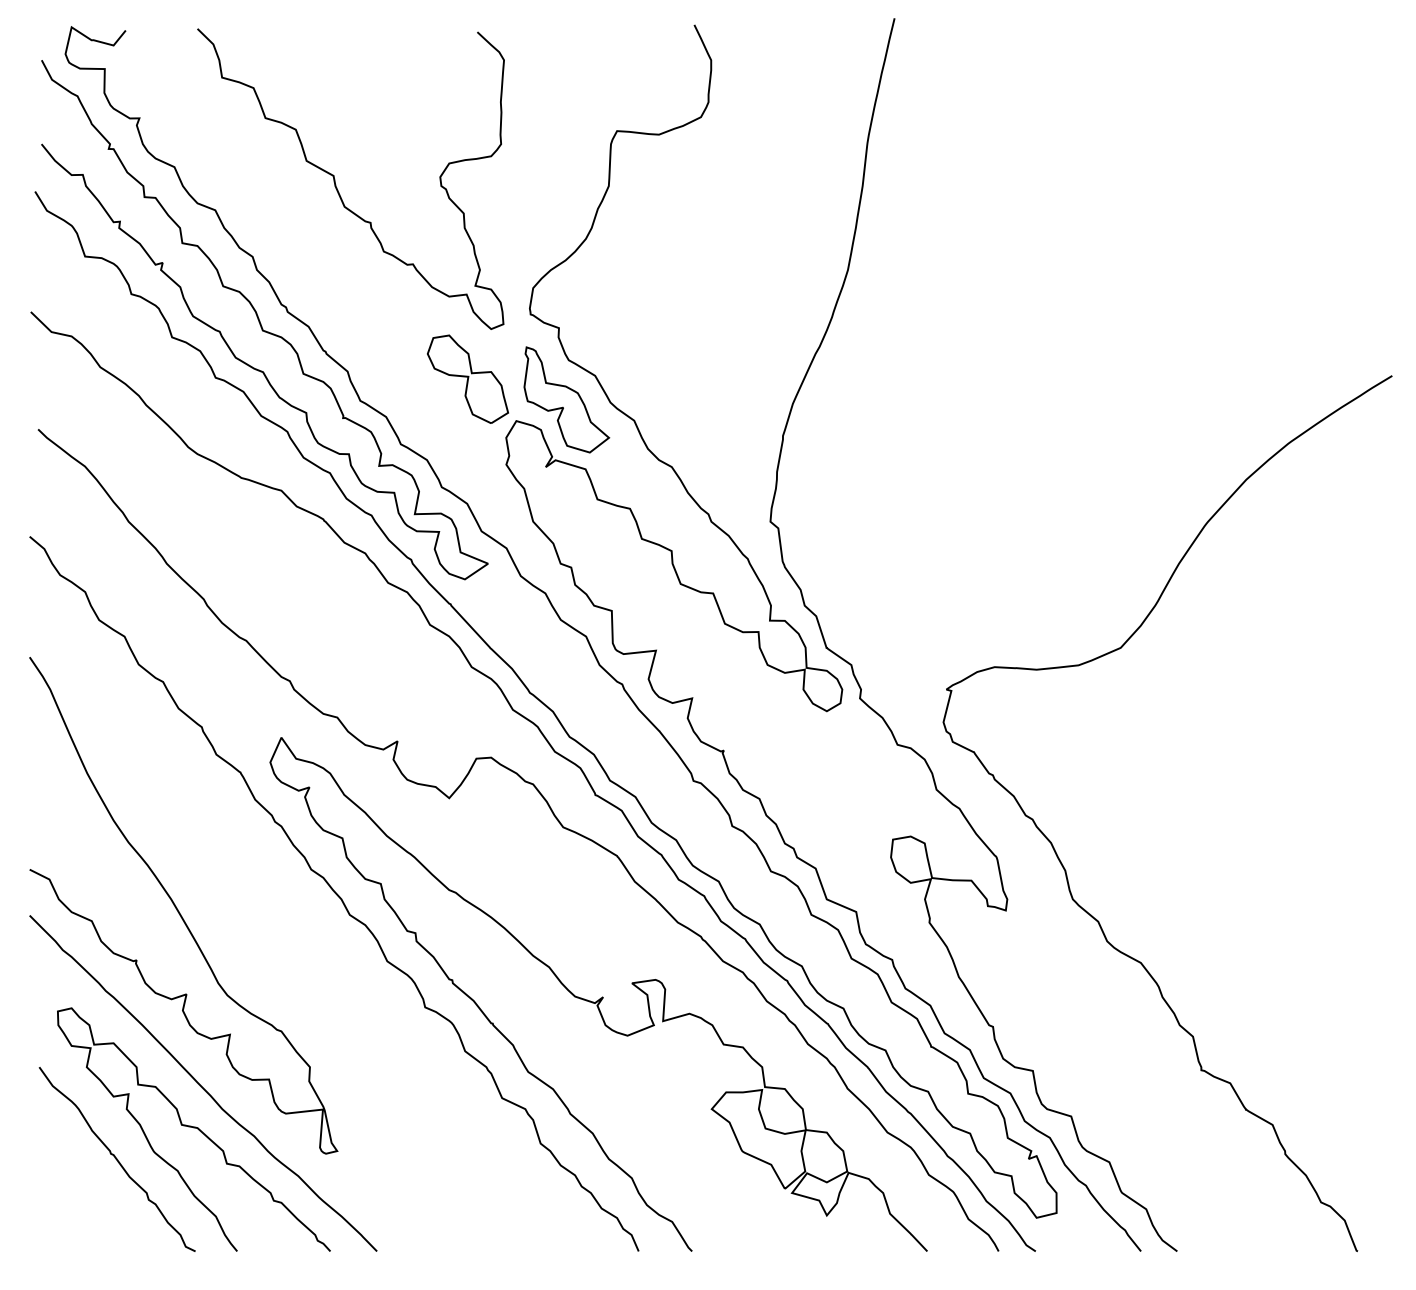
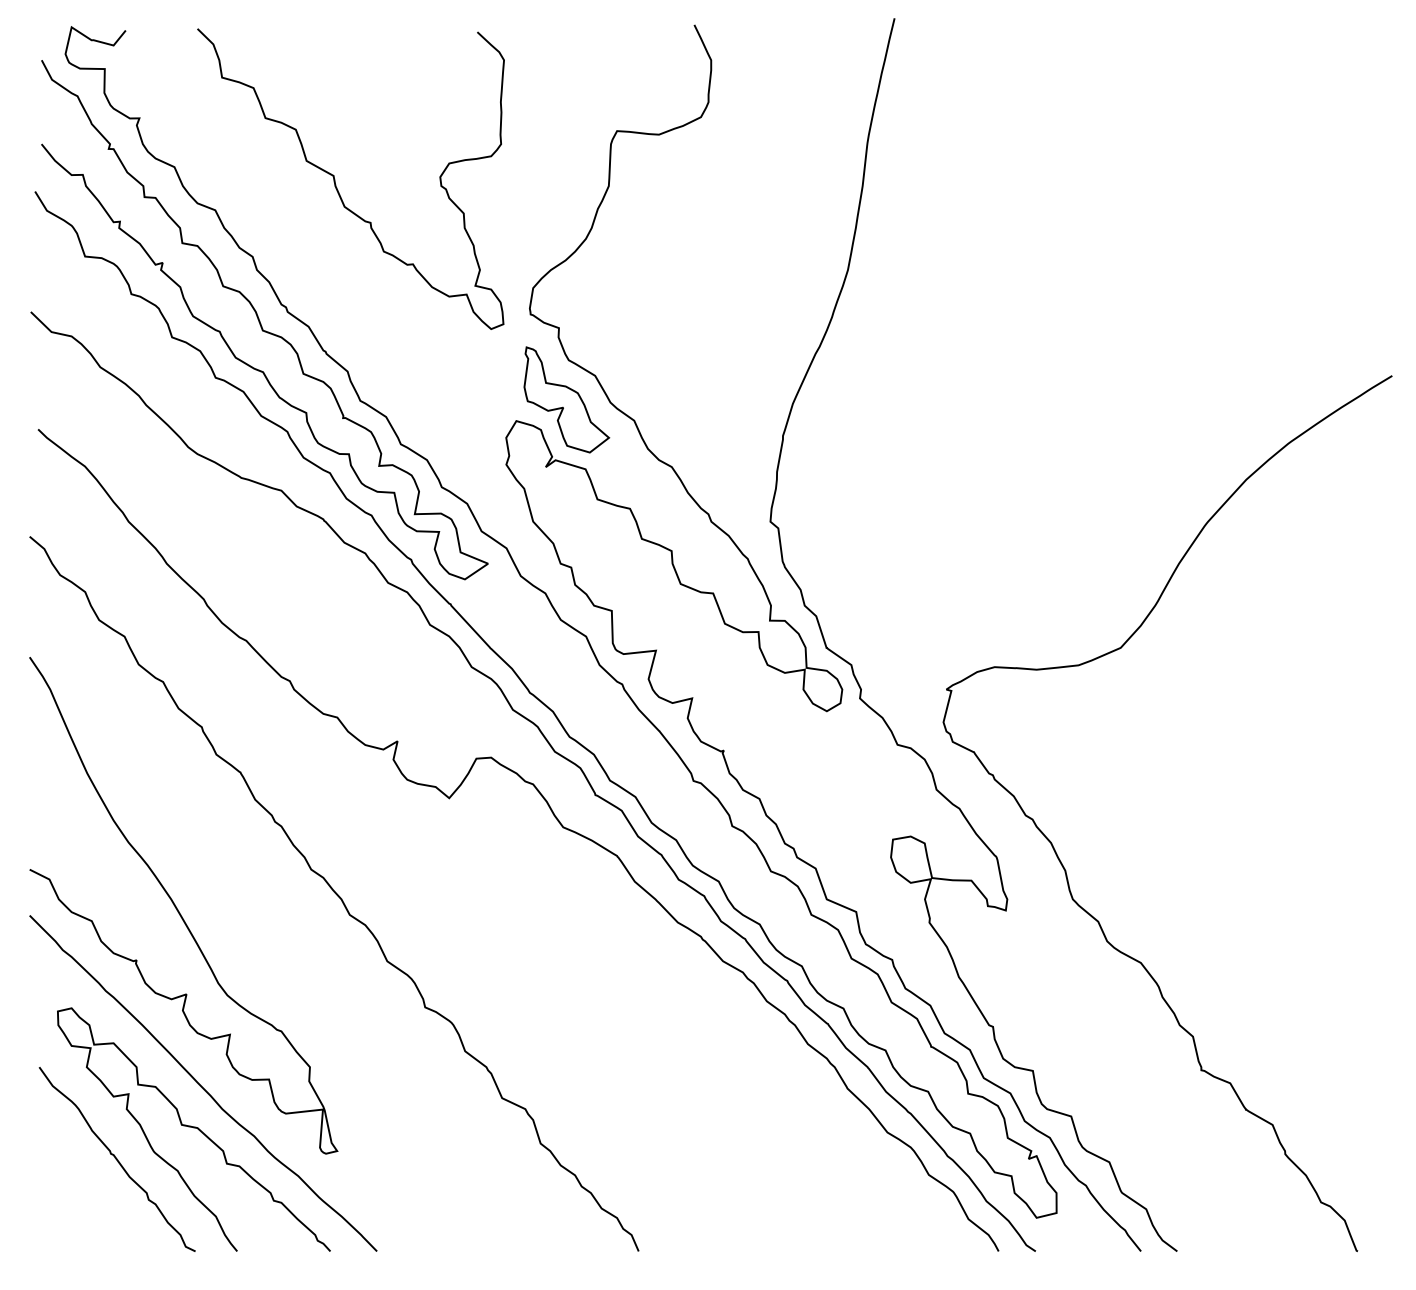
part at (467, 378): present -> none
part at (598, 994): present -> none
